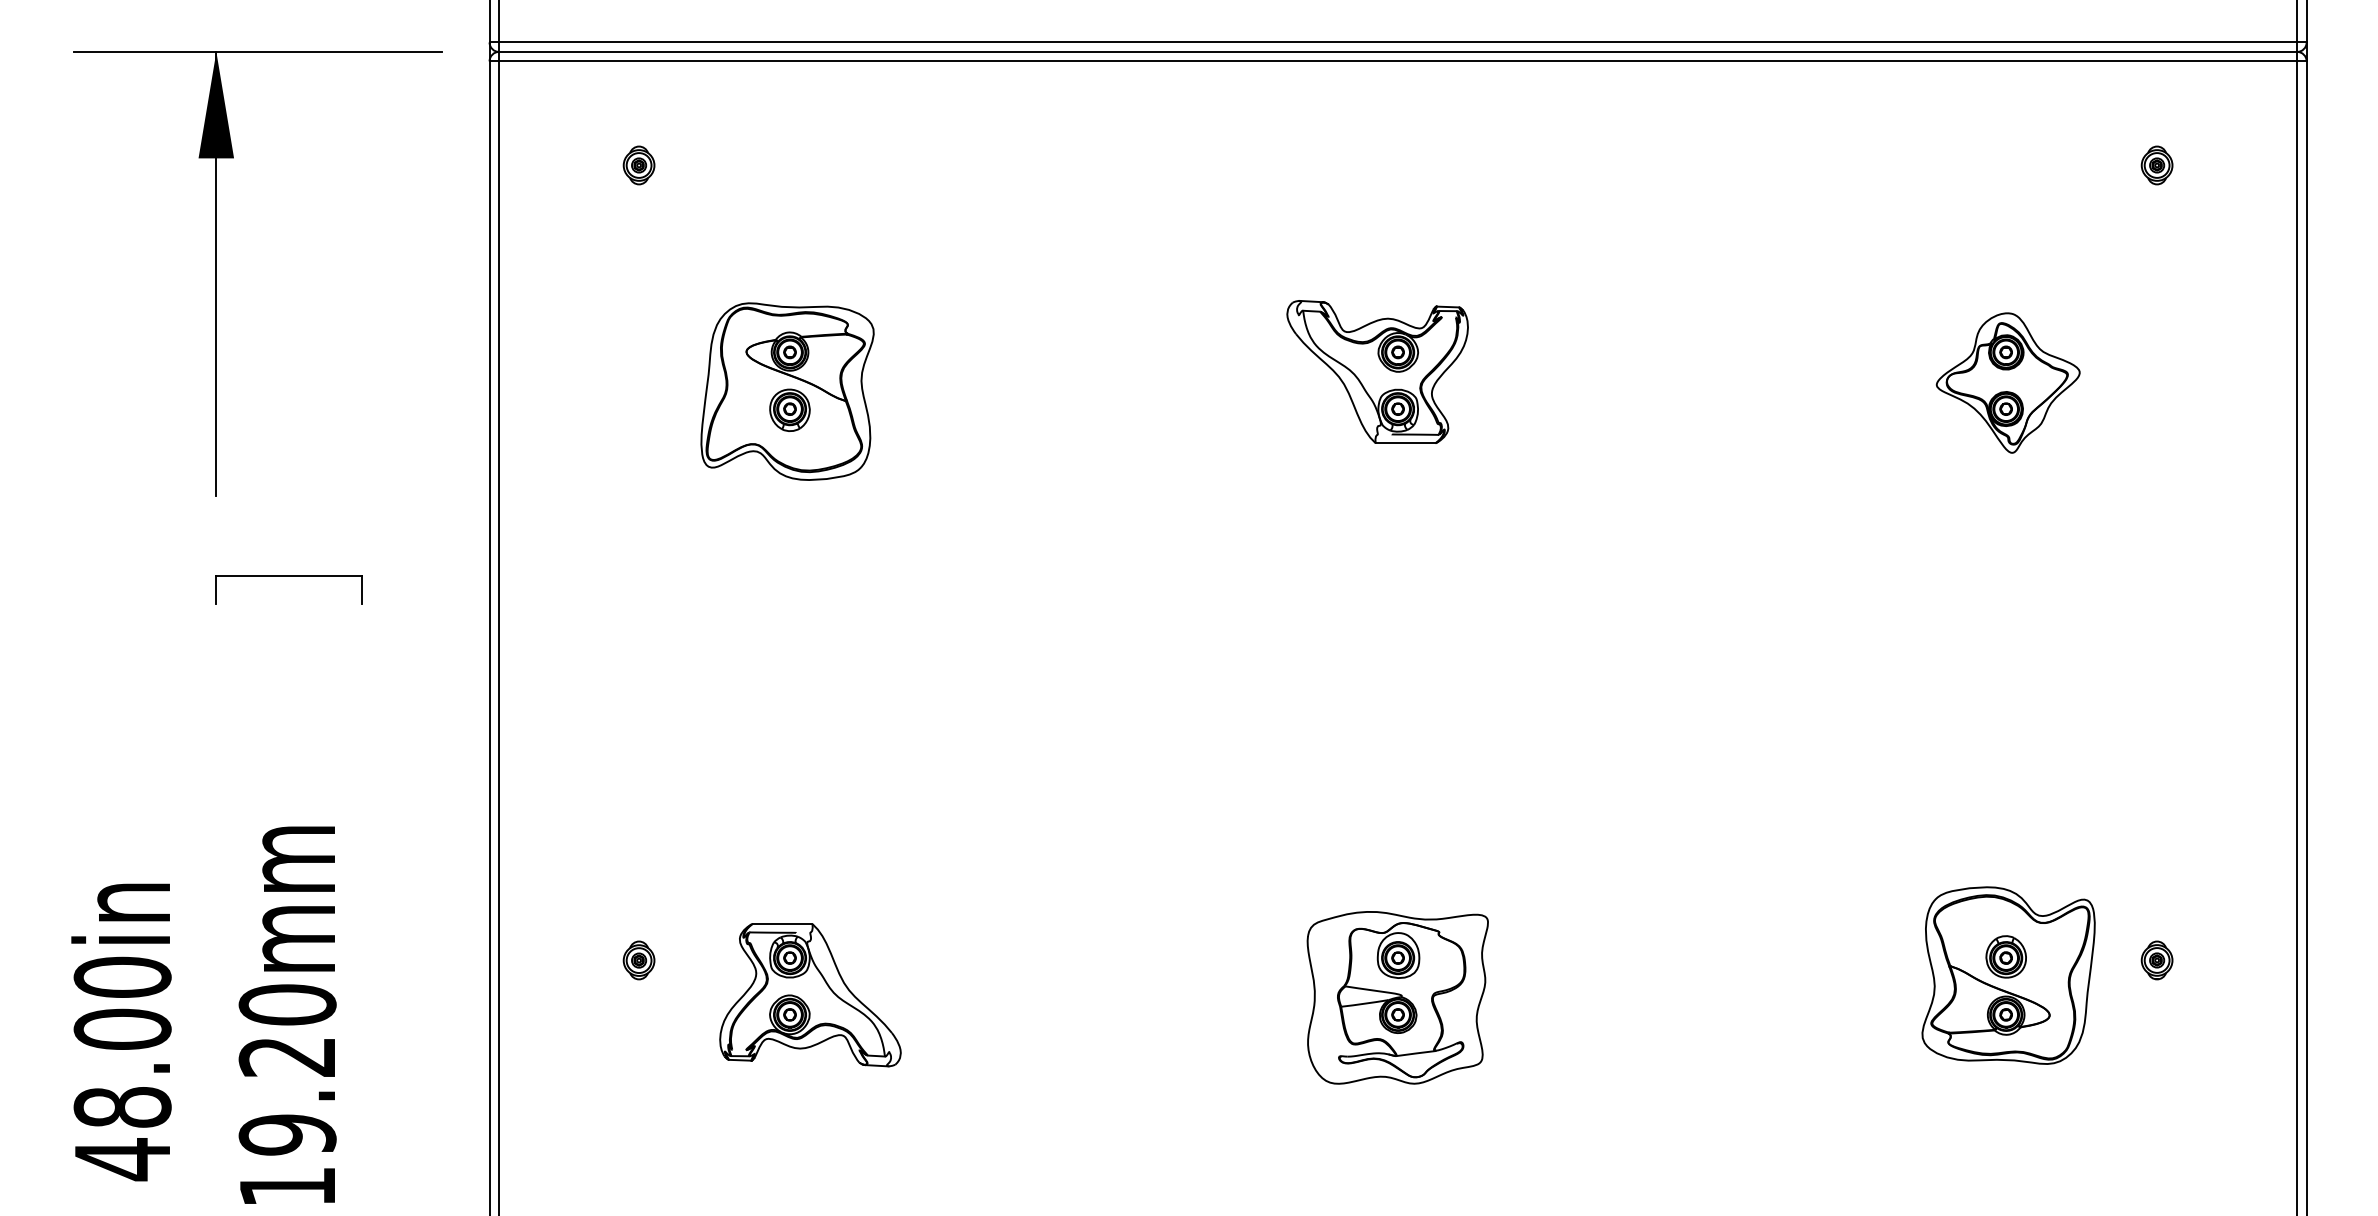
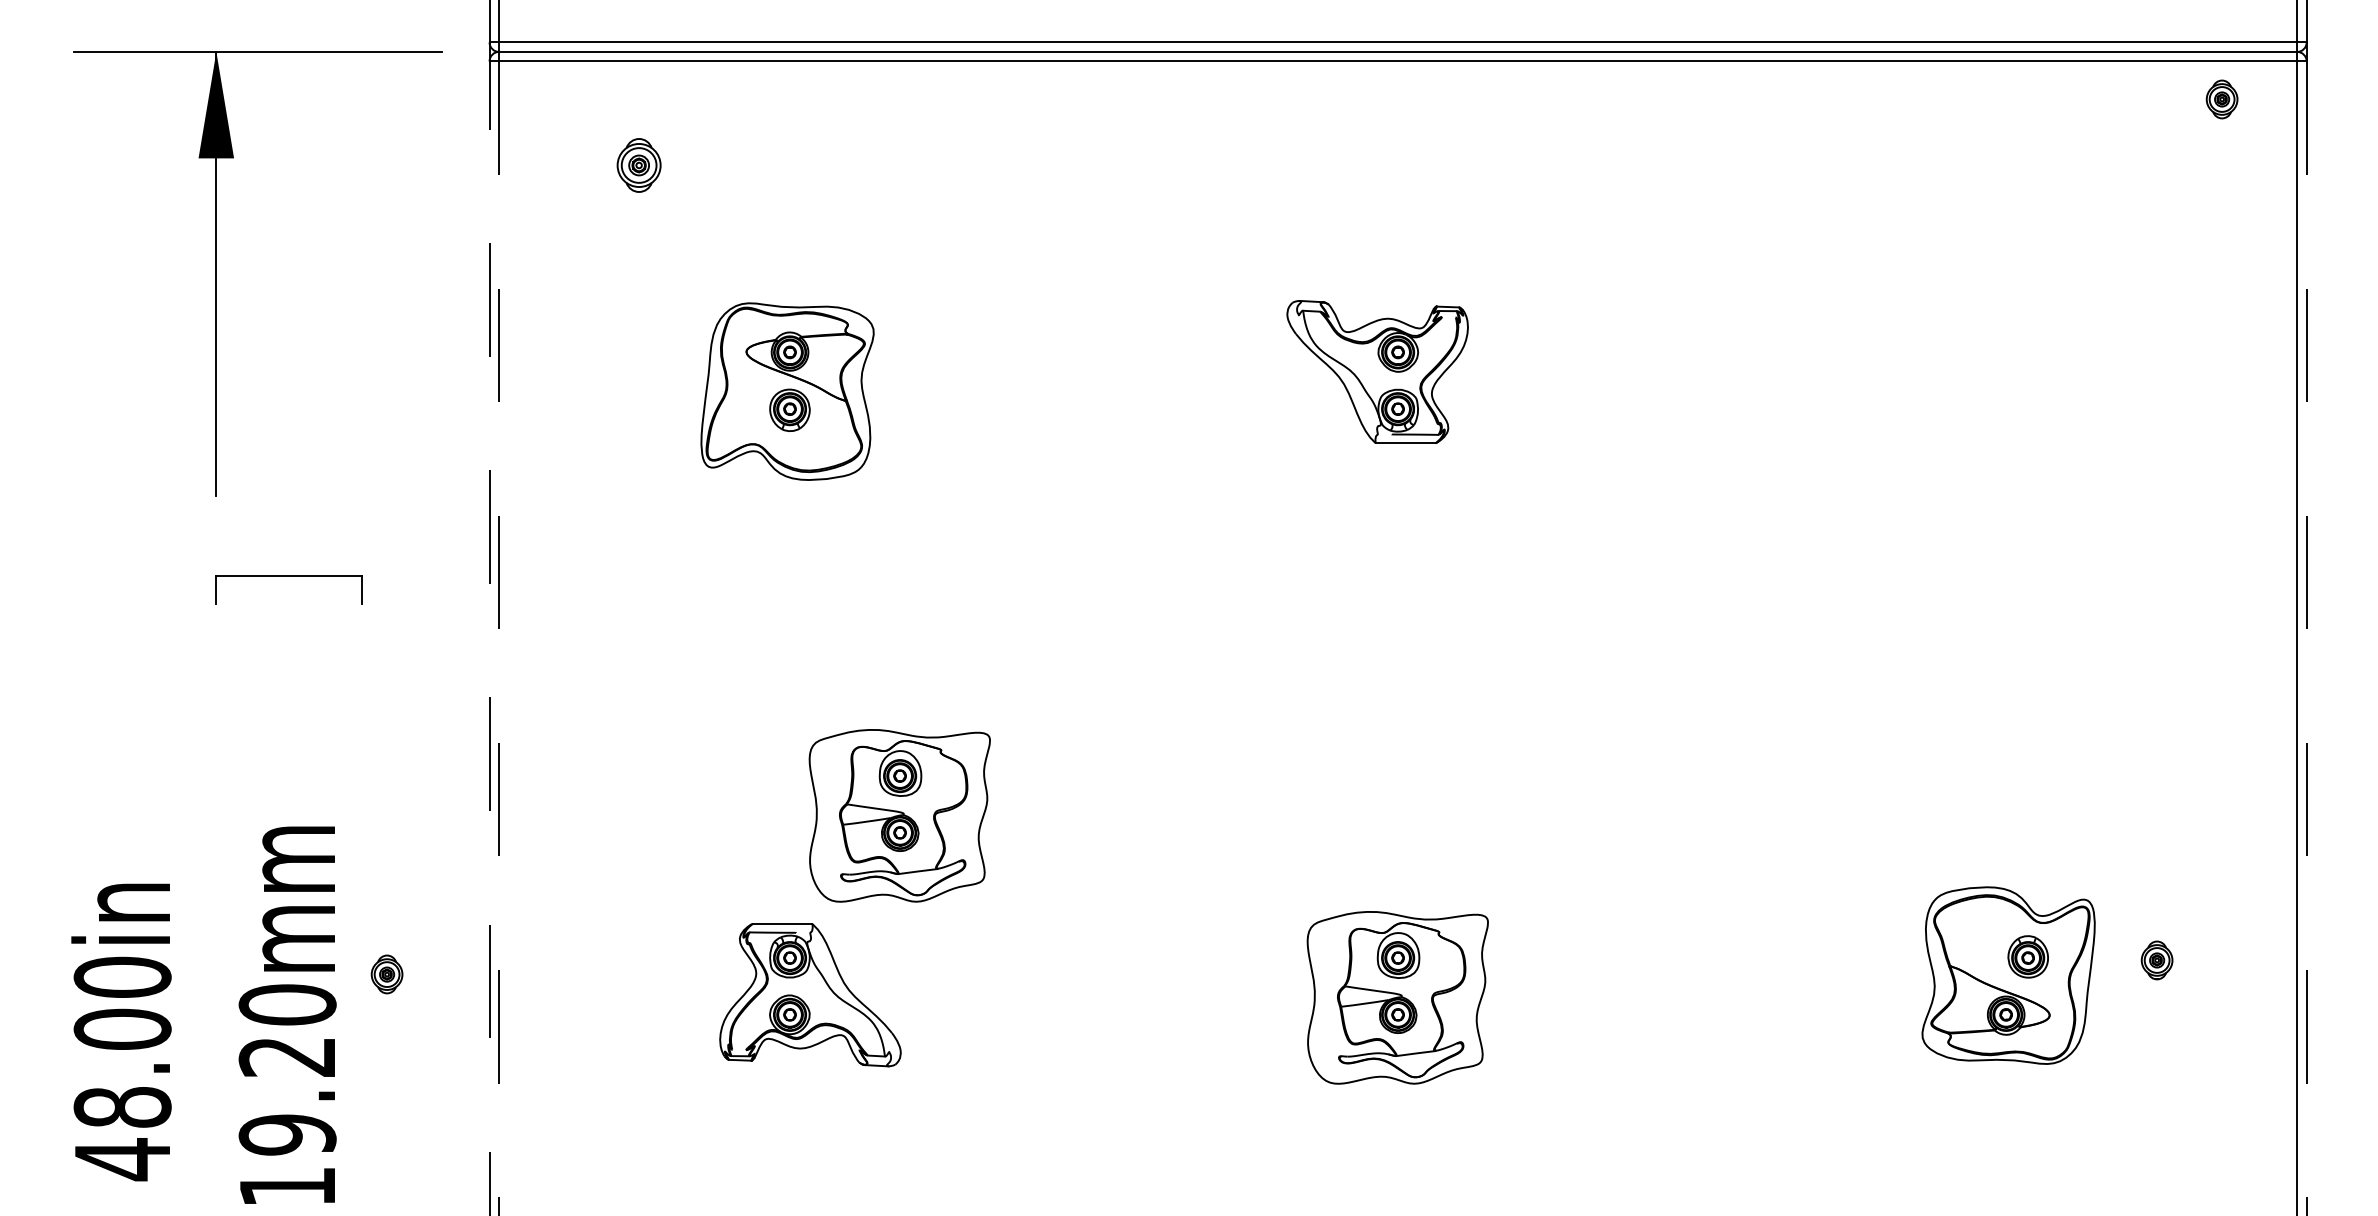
part at (638, 165) size: 34x41 px -> 46x55 px
part at (2156, 165) position: (2156, 165) -> (2221, 99)
part at (2007, 382): present -> none
line at (489, 638): solid -> dashed
line at (499, 639): solid -> dashed
line at (2306, 639): solid -> dashed
part at (899, 815): none -> present
part at (2005, 956) position: (2005, 956) -> (2027, 956)
part at (638, 960) position: (638, 960) -> (386, 974)
